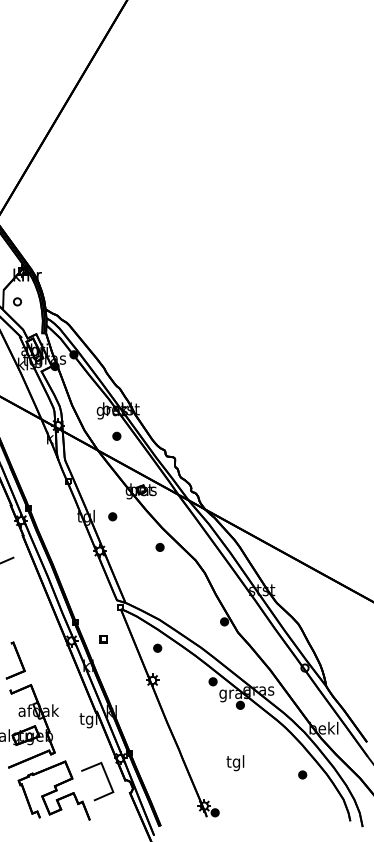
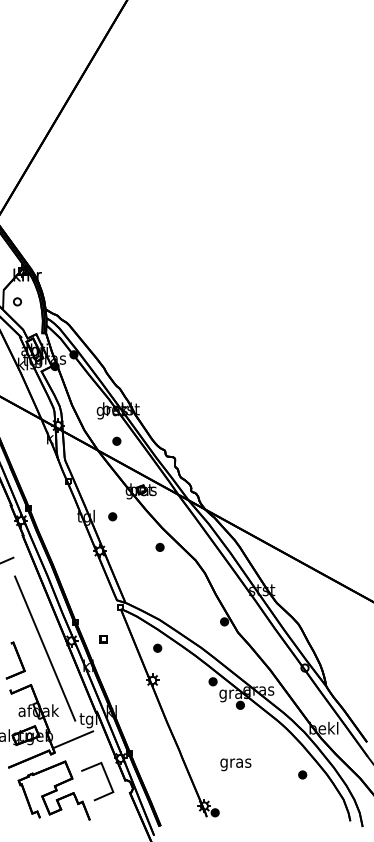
part at (116, 435) position: (116, 435) -> (116, 440)
line at (45, 648): none -> present
line at (73, 739): none -> present
text at (235, 763): tgl -> gras
